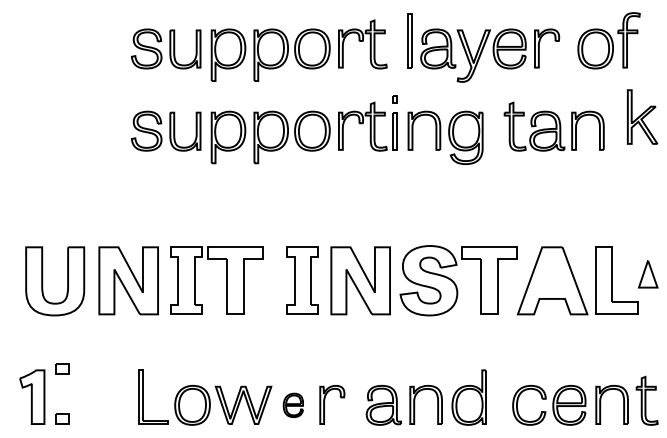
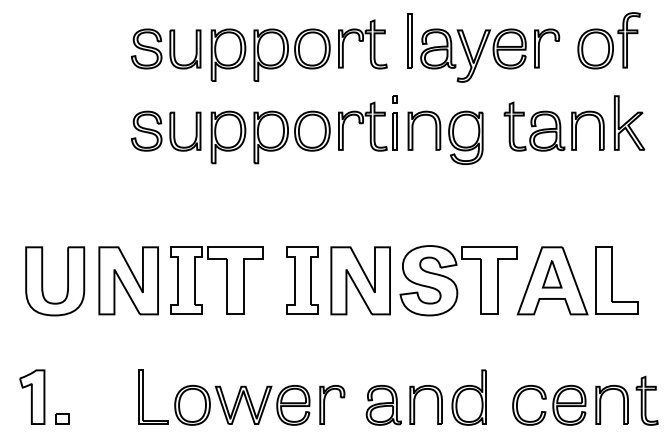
part at (642, 116) position: (642, 116) -> (629, 122)
part at (647, 274) position: (647, 274) -> (551, 274)
part at (62, 368): present -> none
part at (292, 404) size: 22x26 px -> 35x41 px
